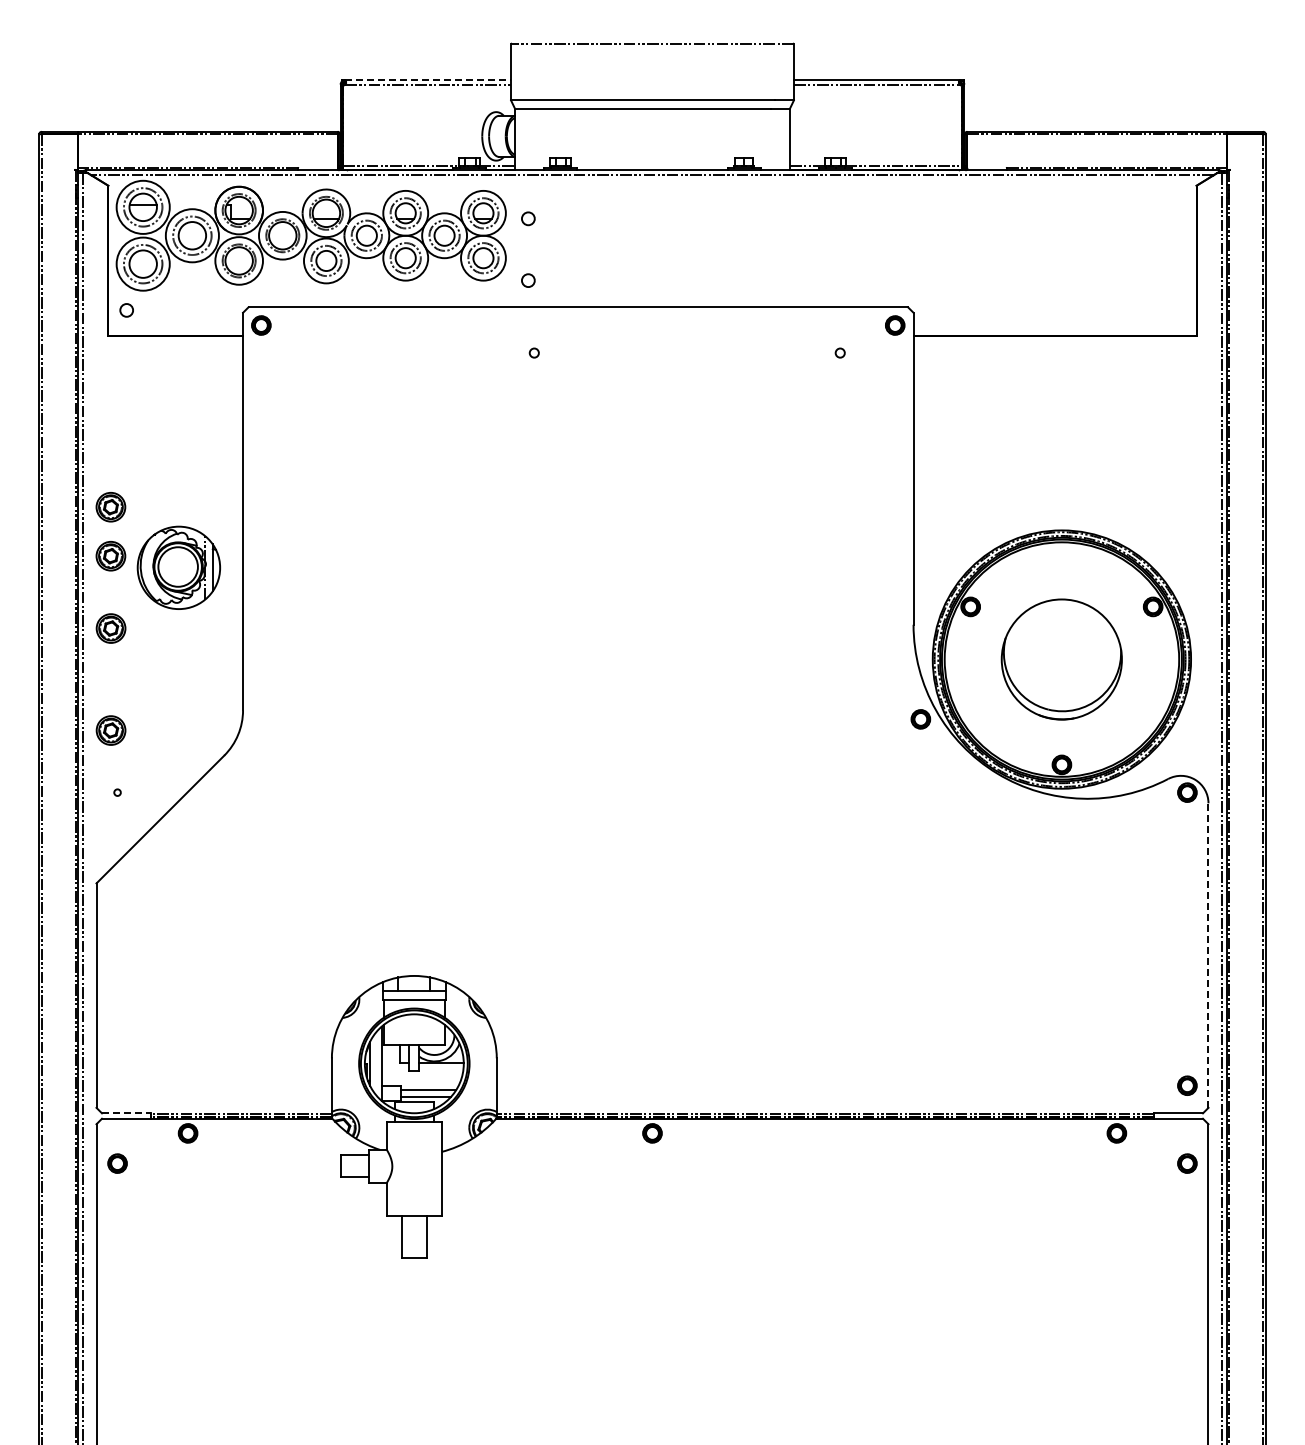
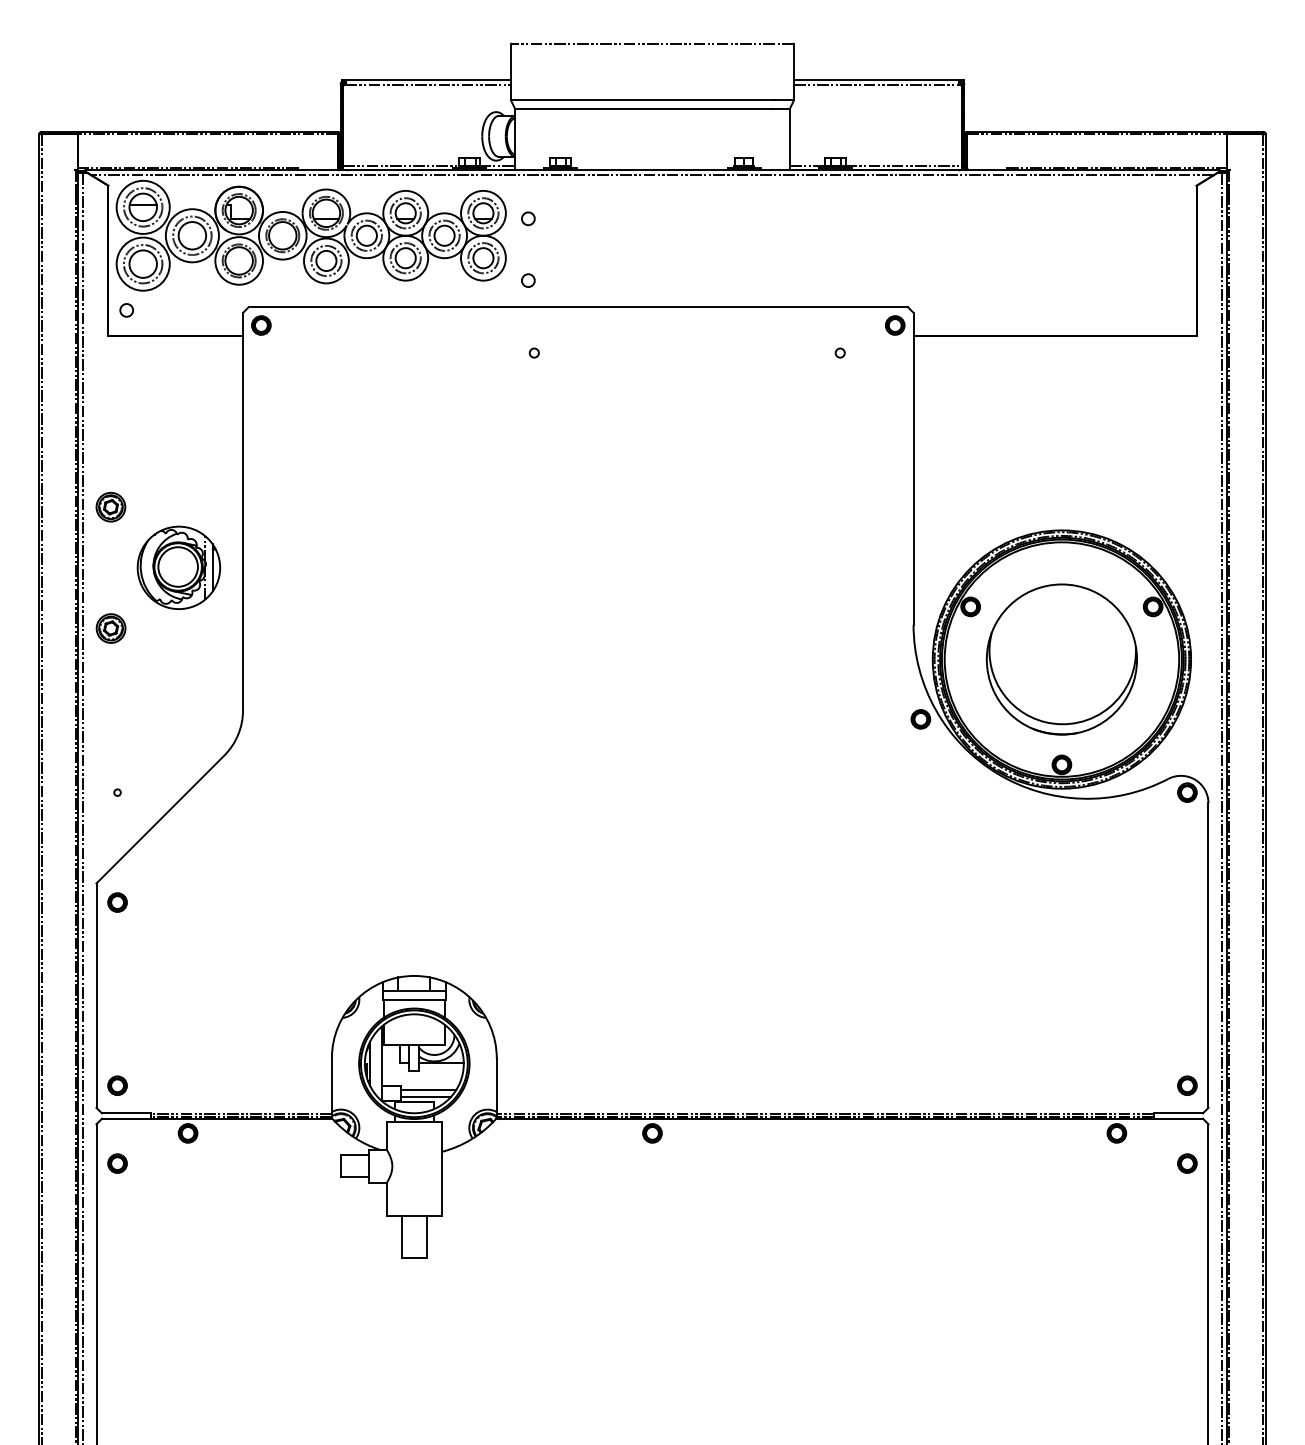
line at (428, 80): dashed -> solid
part at (110, 556): present -> none
part at (1061, 659) size: 123x123 px -> 153x153 px
part at (110, 730): present -> none
part at (117, 902): none -> present
line at (1208, 955): dashed -> solid
part at (117, 1085): none -> present
line at (126, 1113): dashed -> solid
